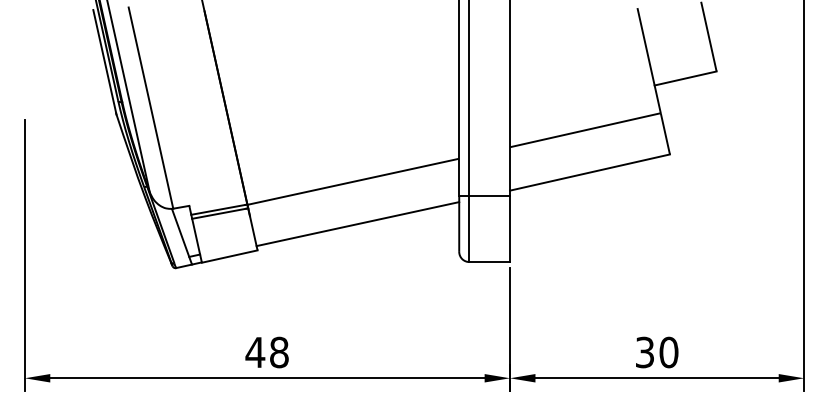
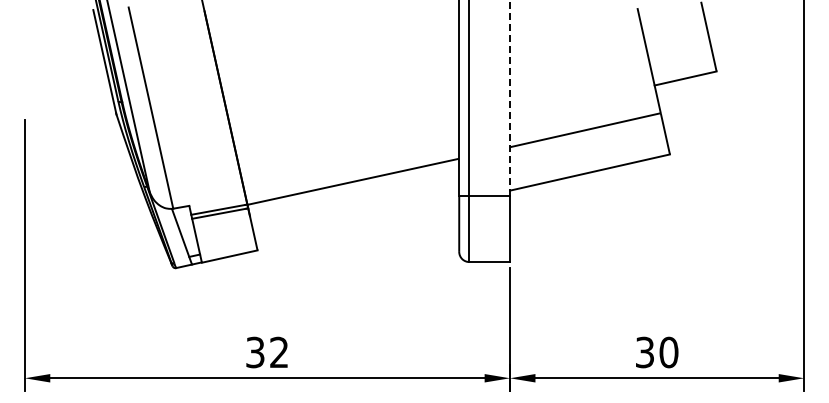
line at (510, 98): solid -> dashed
line at (357, 224): present -> none
text at (266, 352): 48 -> 32
